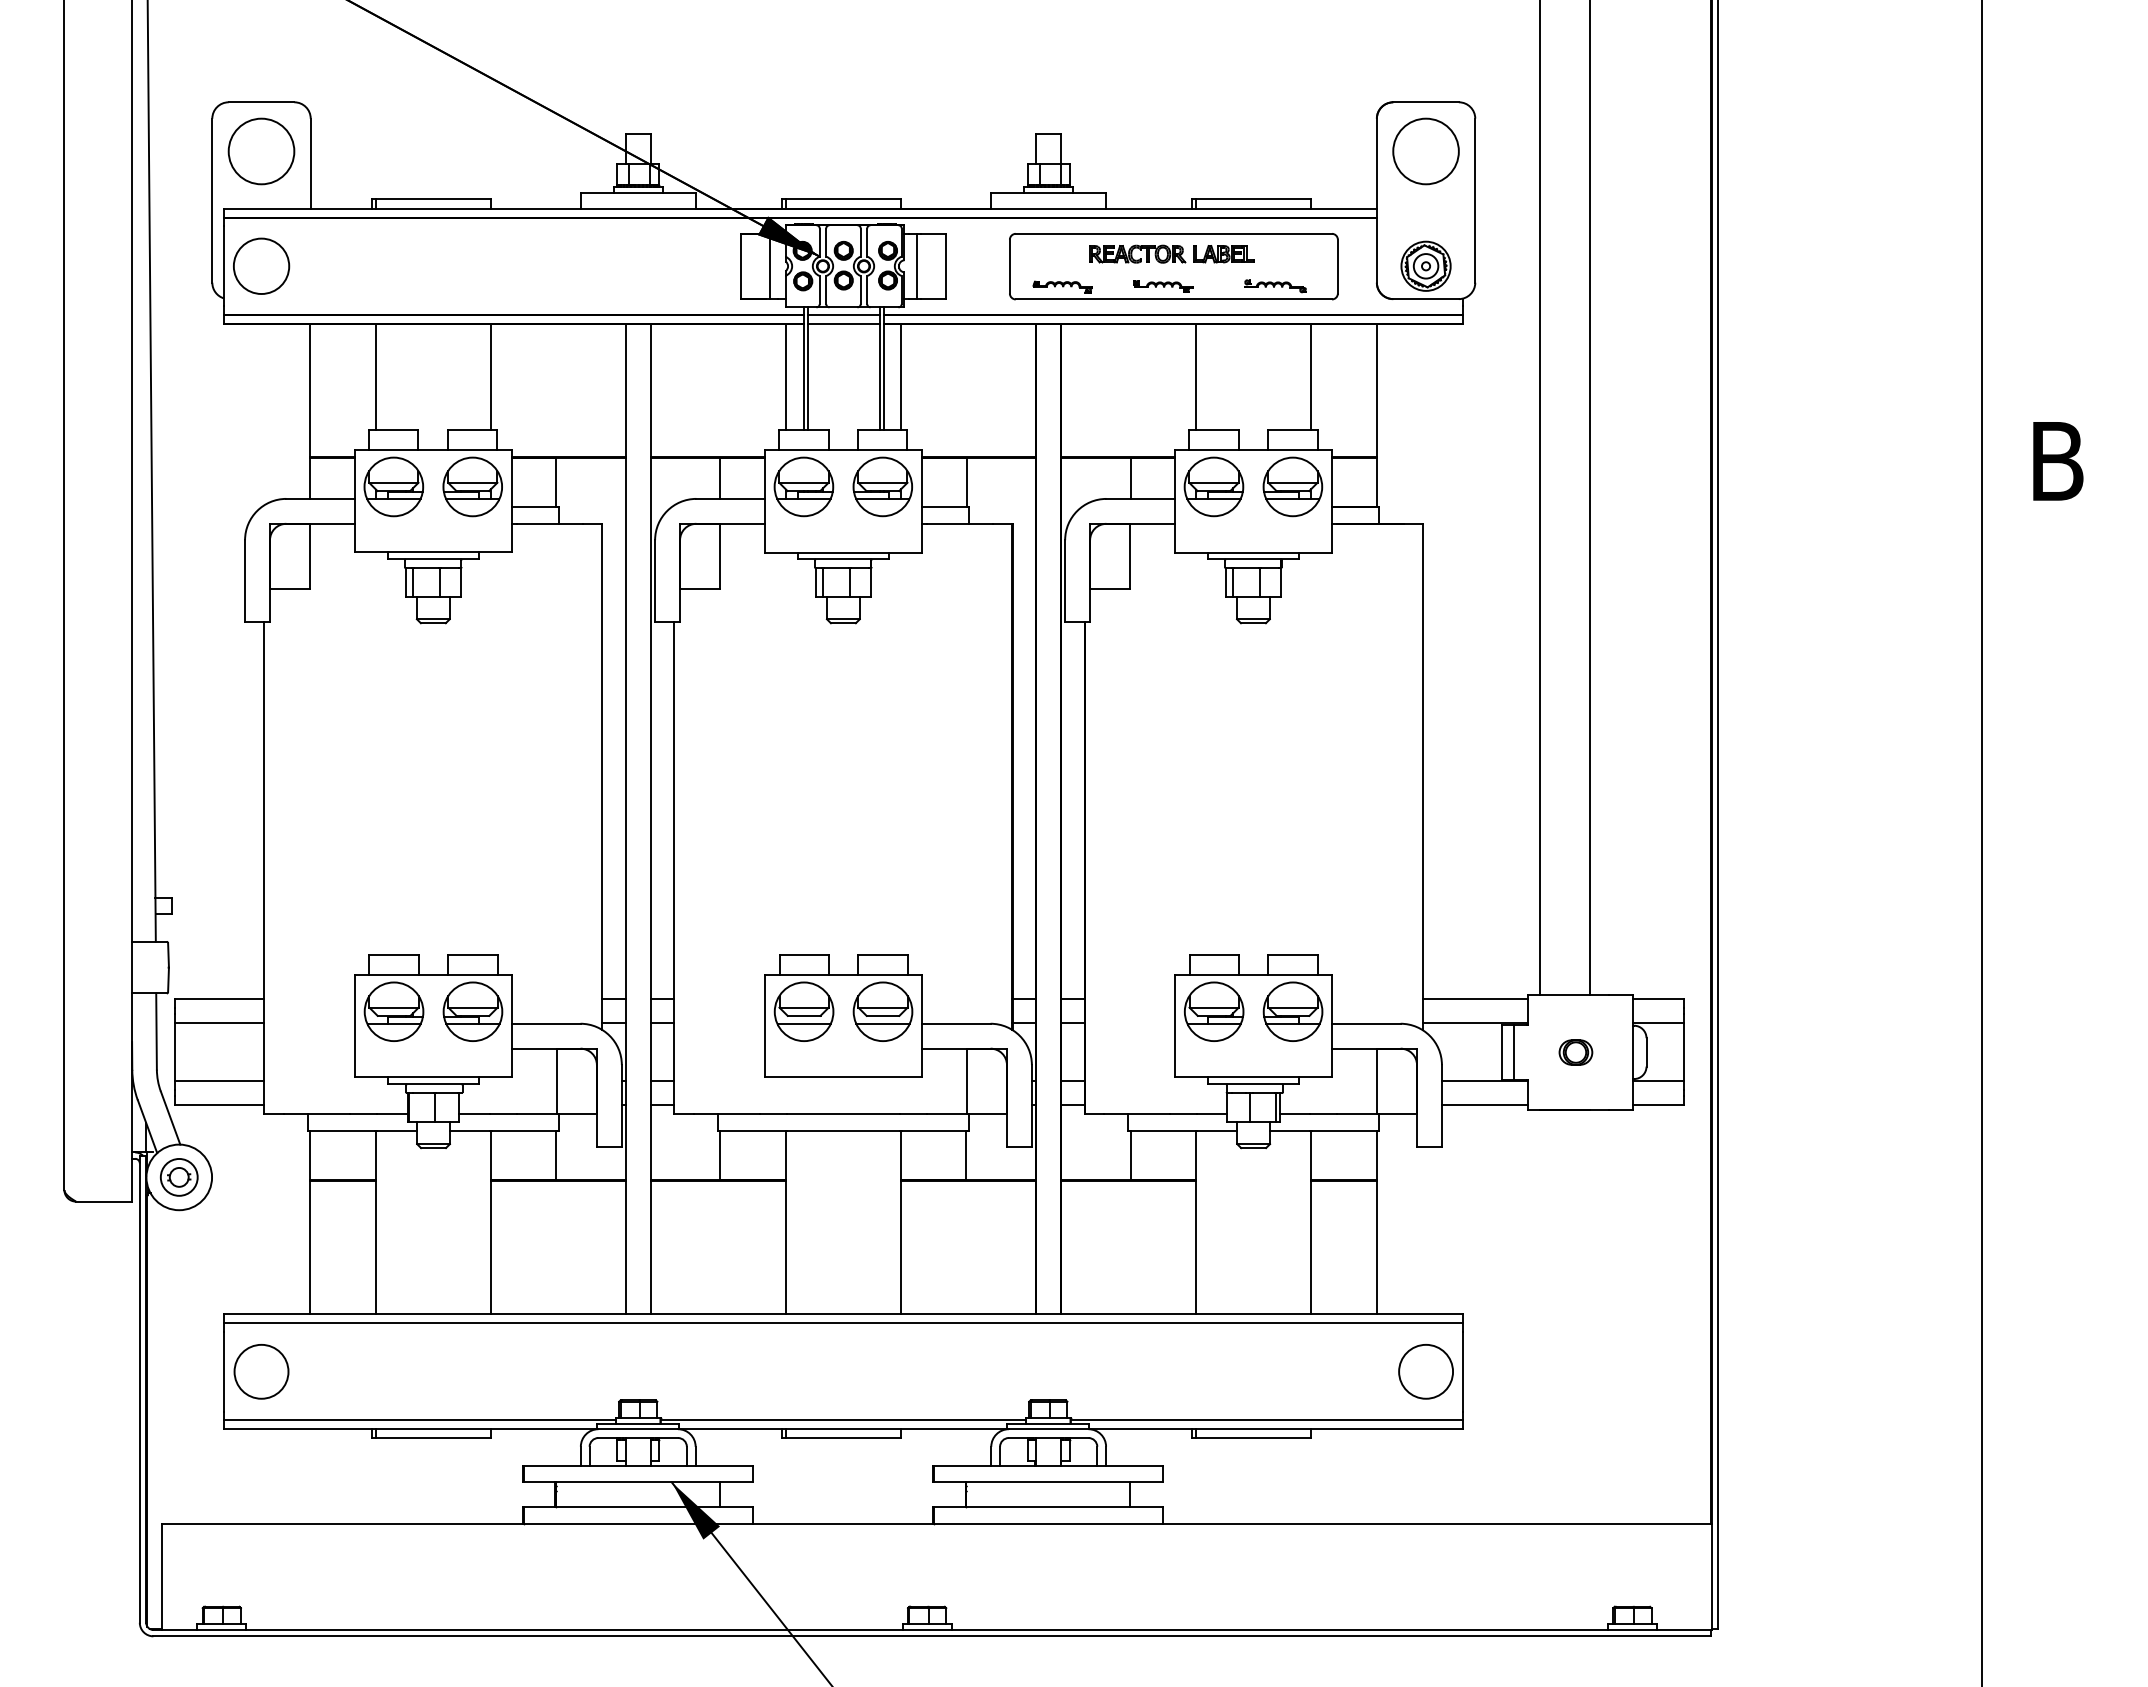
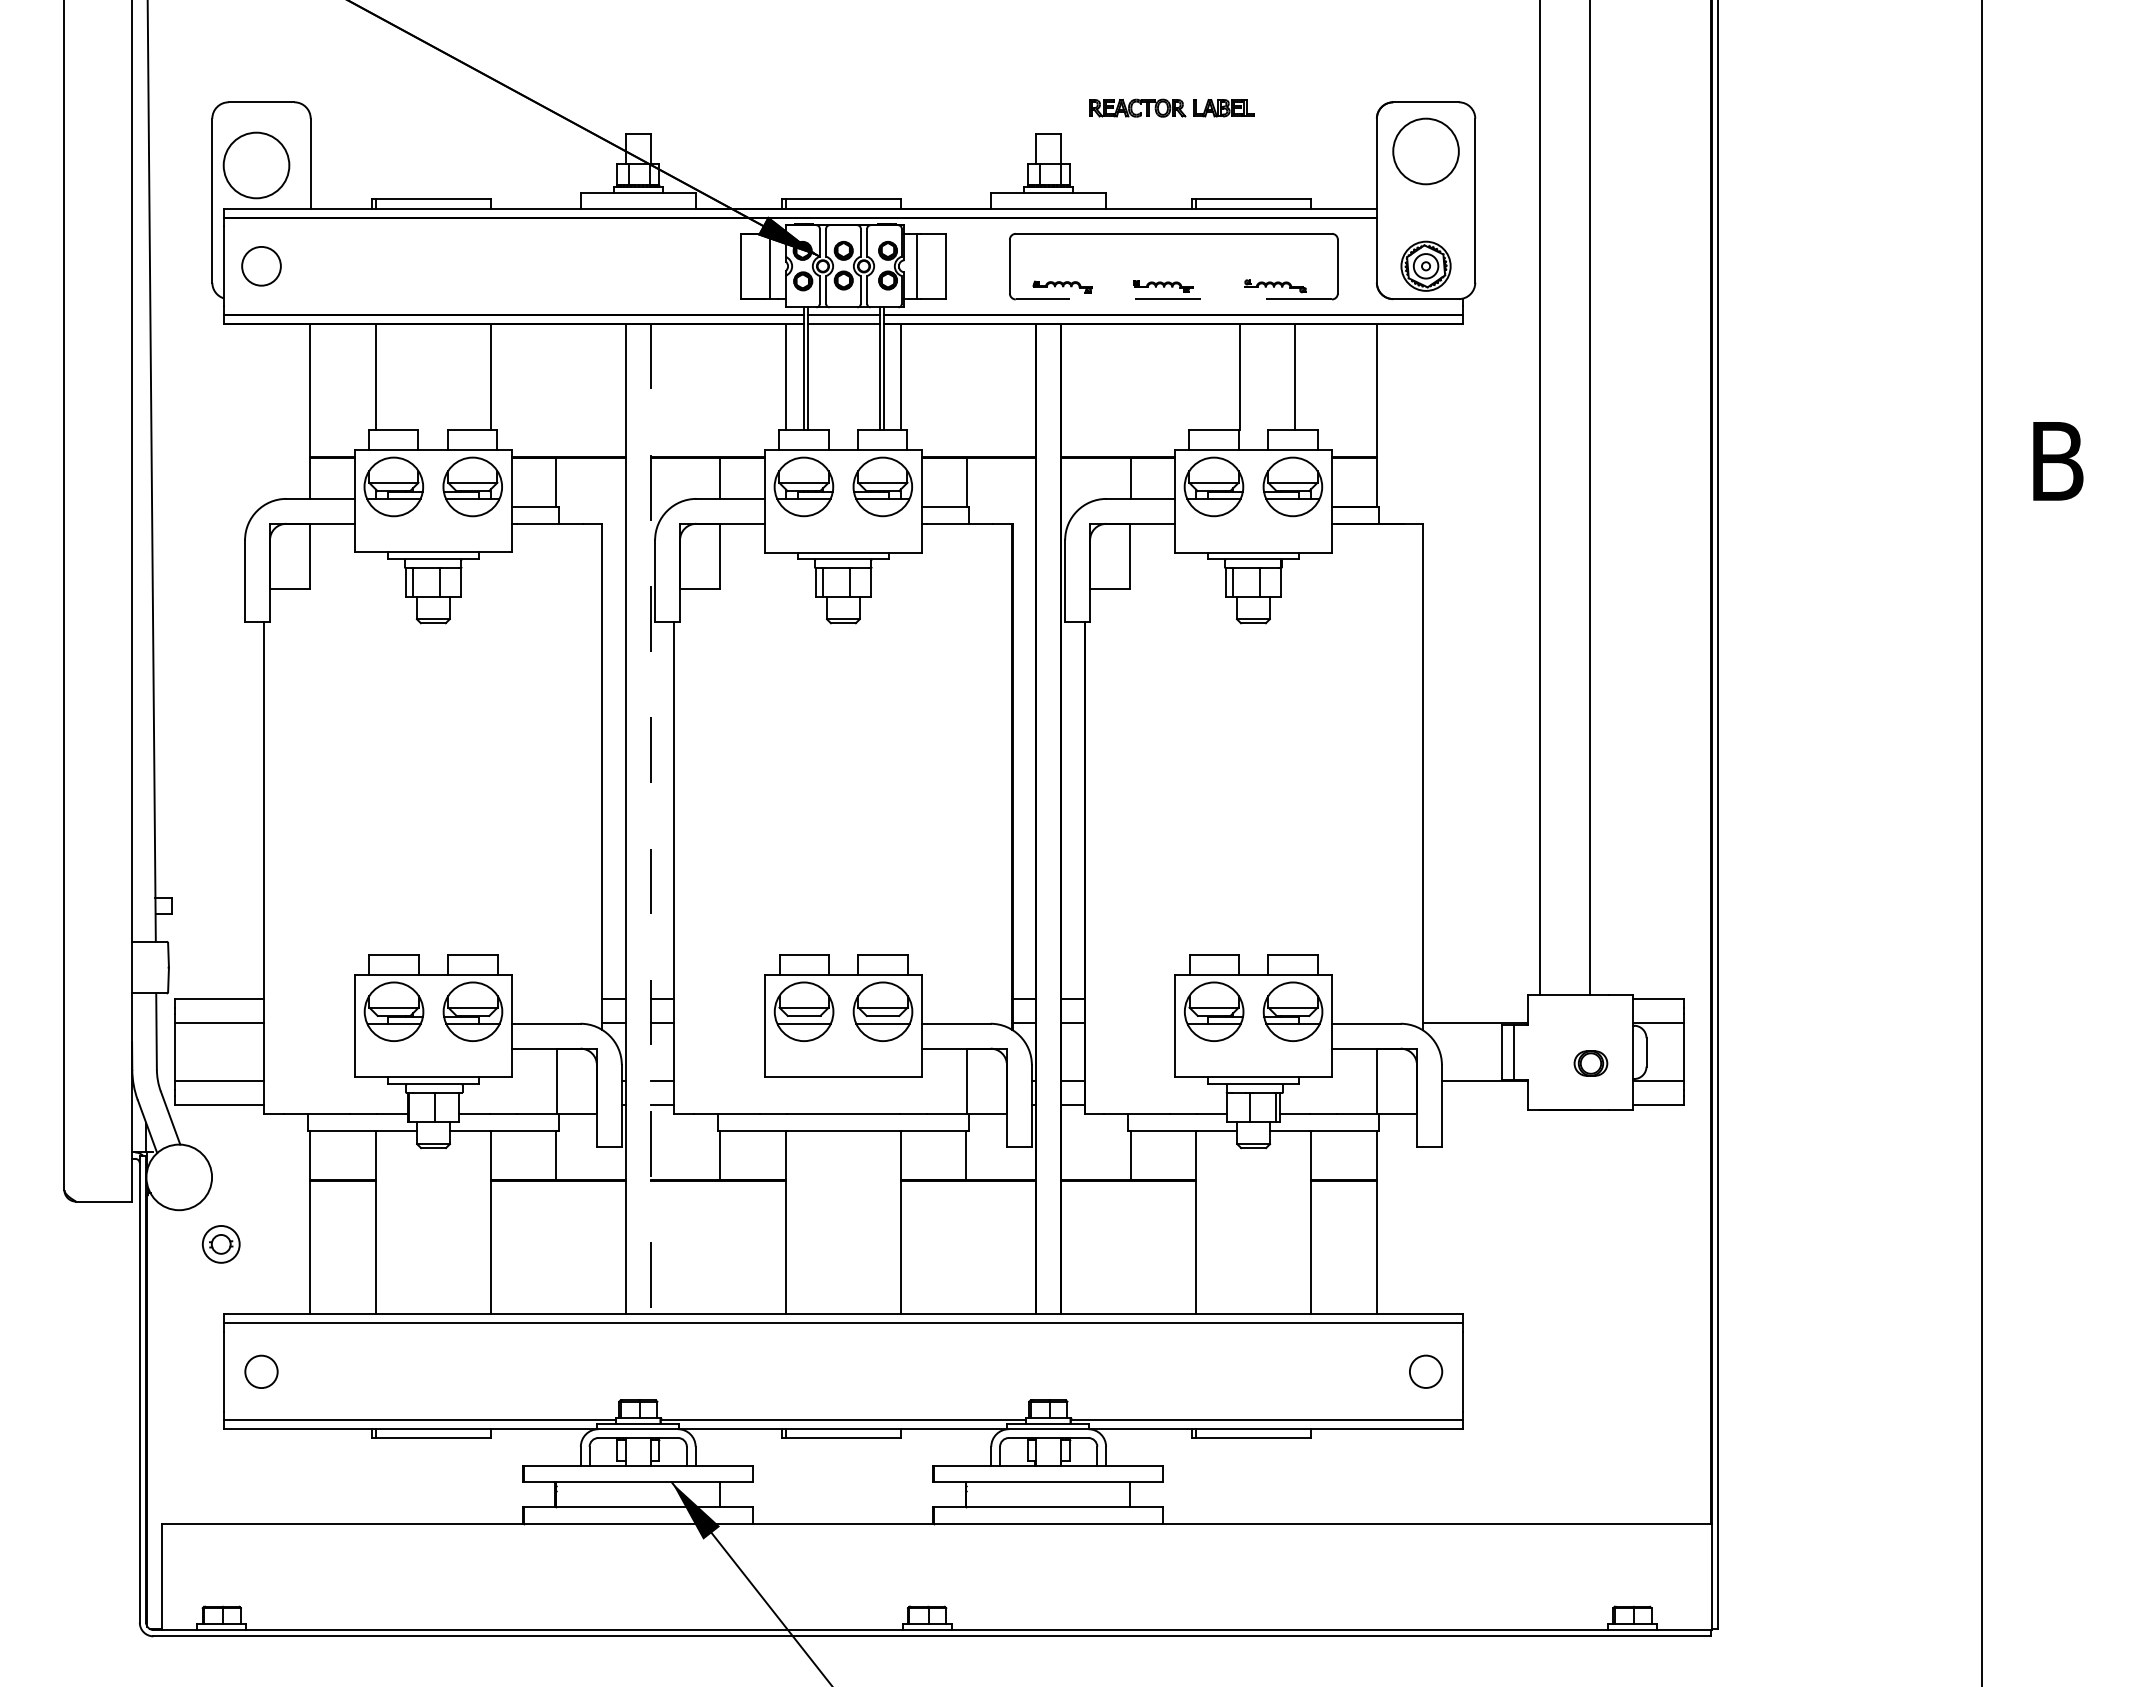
circle at (261, 151) position: (261, 151) -> (256, 165)
part at (1171, 253) position: (1171, 253) -> (1171, 107)
circle at (261, 266) diameter: 55 px -> 39 px
line at (1173, 299): solid -> dashed
line at (1196, 376) position: (1196, 376) -> (1240, 376)
line at (1311, 376) position: (1311, 376) -> (1295, 376)
line at (650, 819): solid -> dashed
line at (1475, 998): present -> none
part at (1575, 1052) position: (1575, 1052) -> (1590, 1063)
line at (1484, 1105): present -> none
part at (178, 1177) position: (178, 1177) -> (220, 1244)
circle at (261, 1371) size: 57x56 px -> 35x35 px
circle at (1426, 1371) diameter: 54 px -> 32 px
